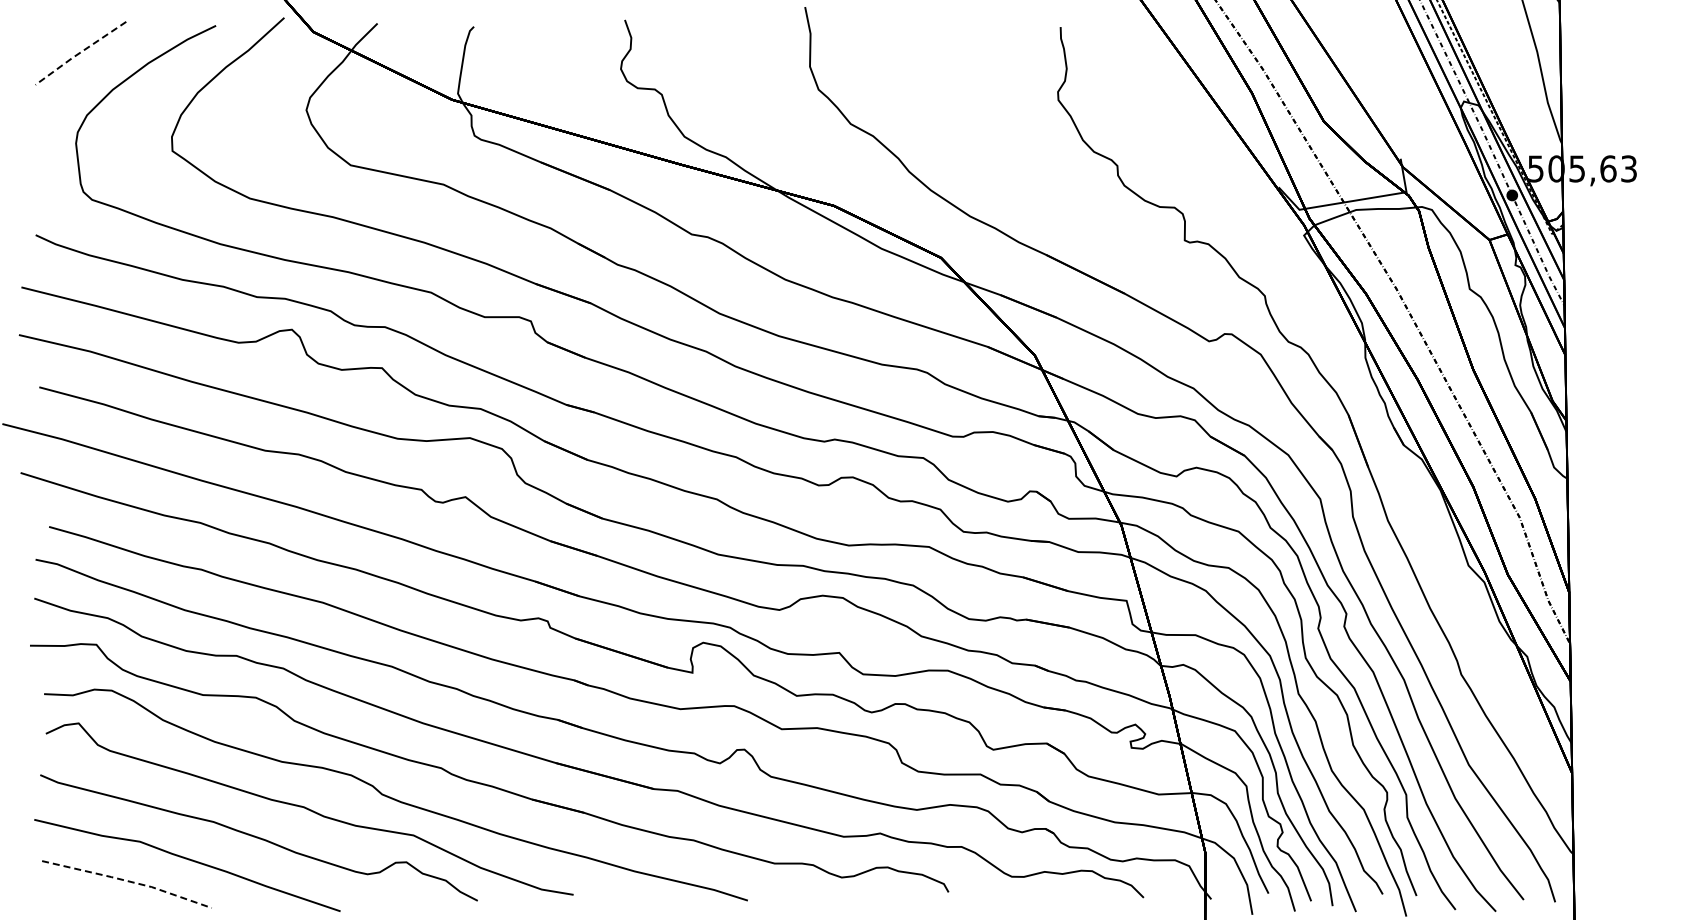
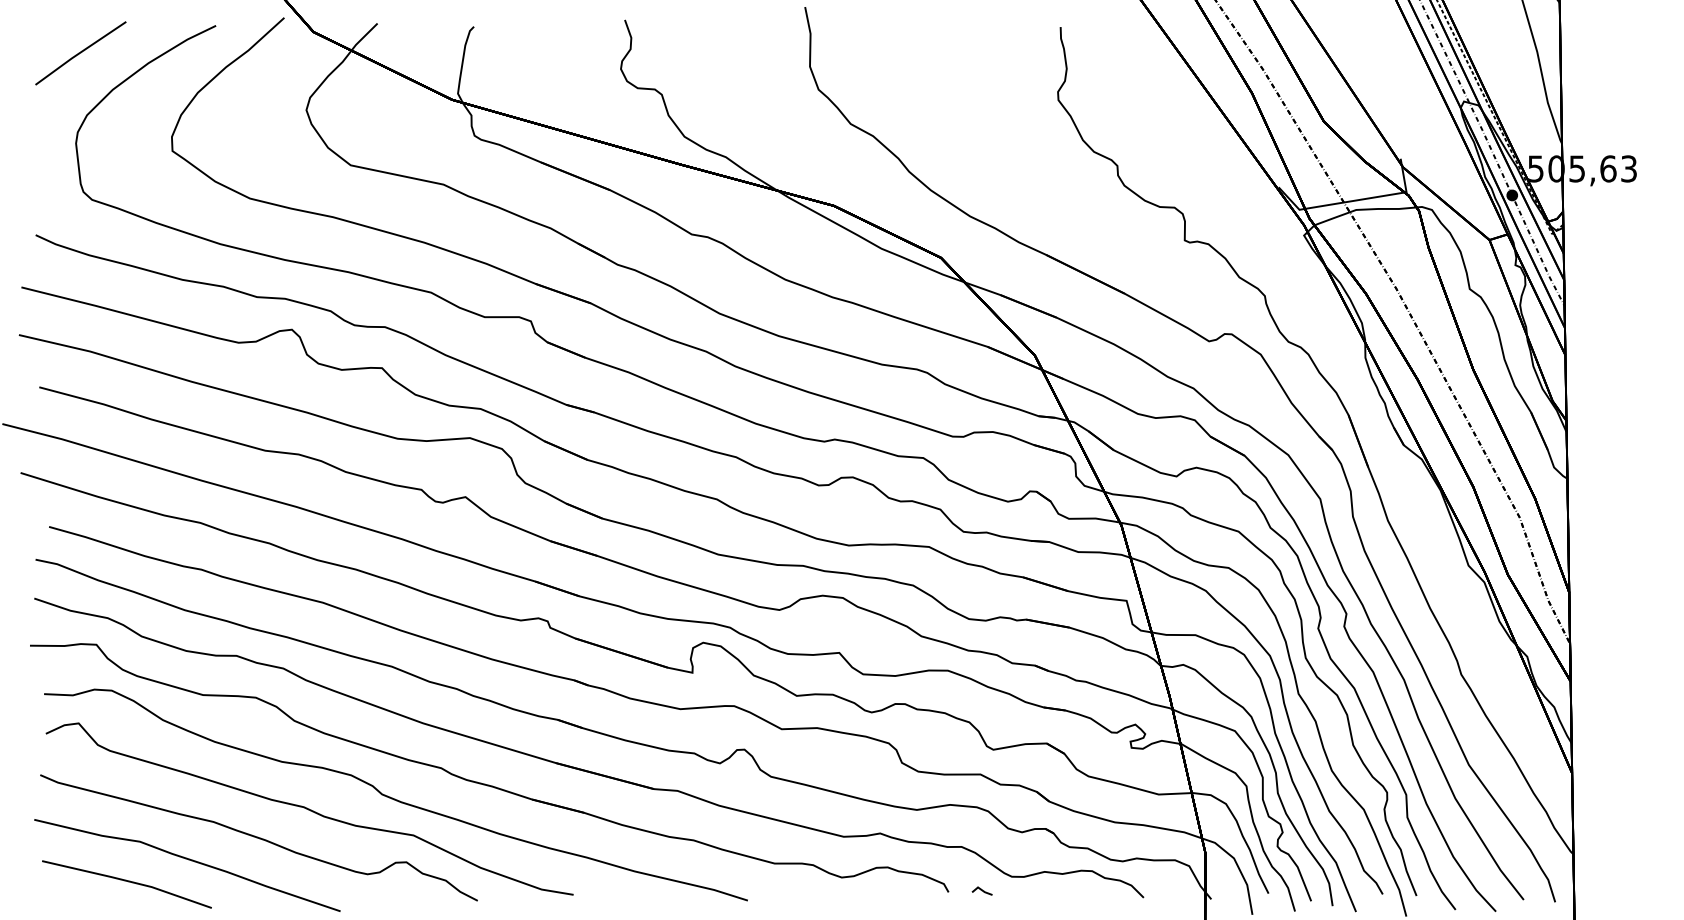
line at (80, 52): dashed -> solid
line at (128, 881): dashed -> solid
line at (981, 890): none -> present
